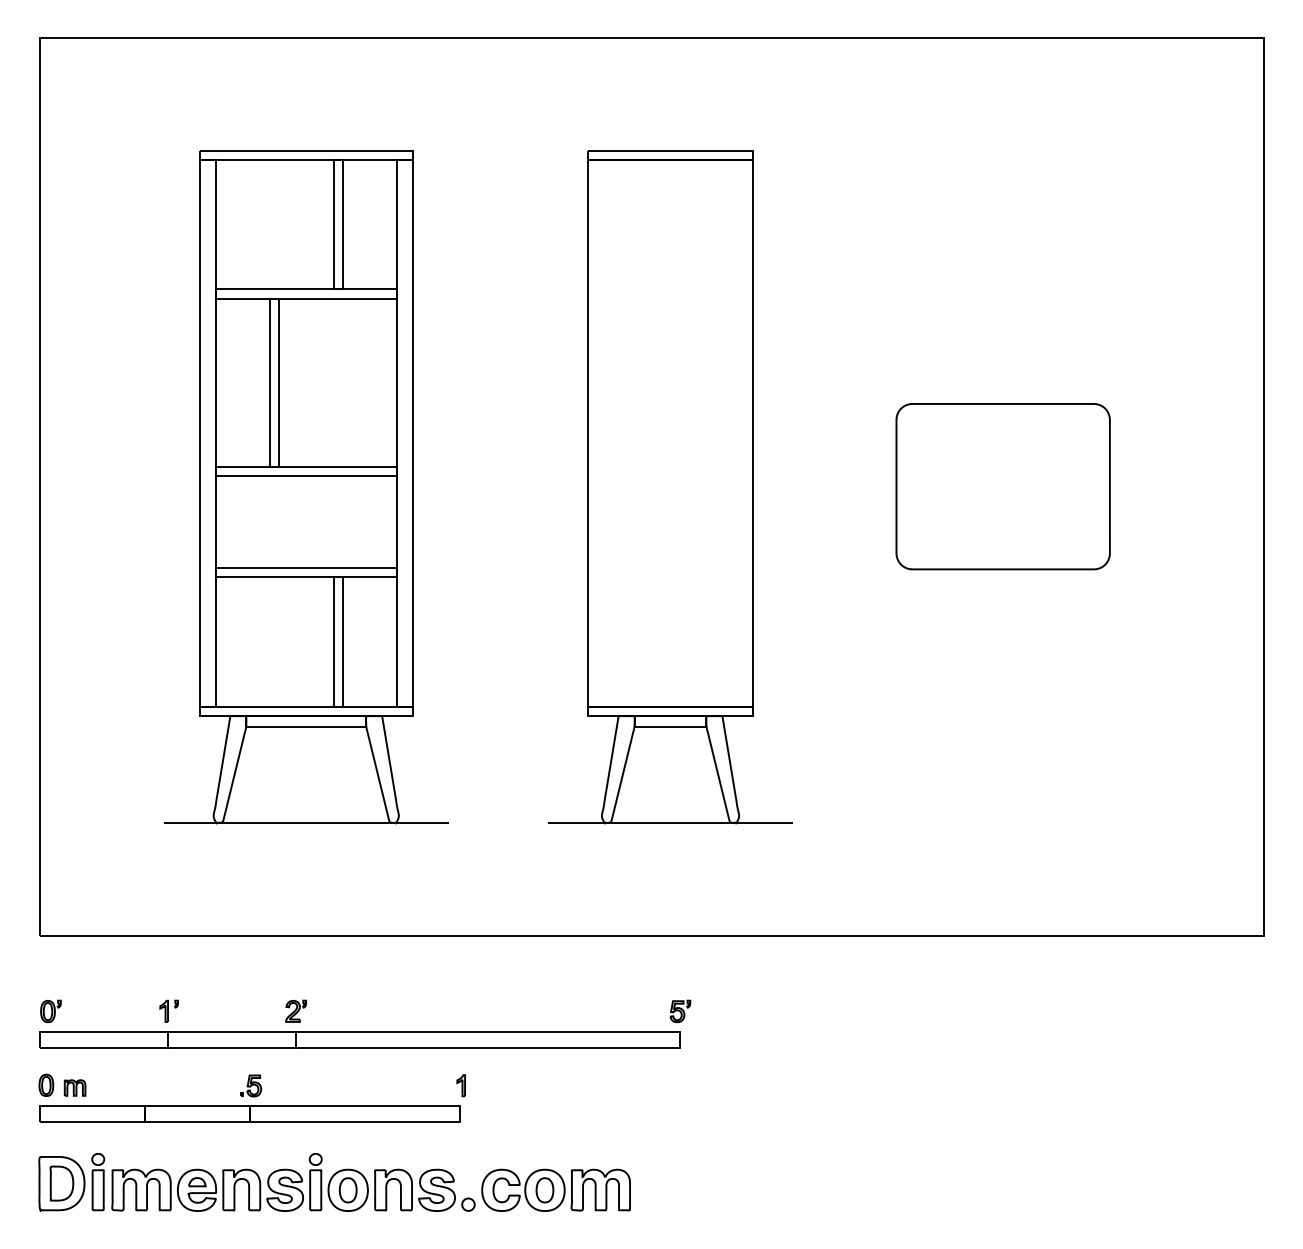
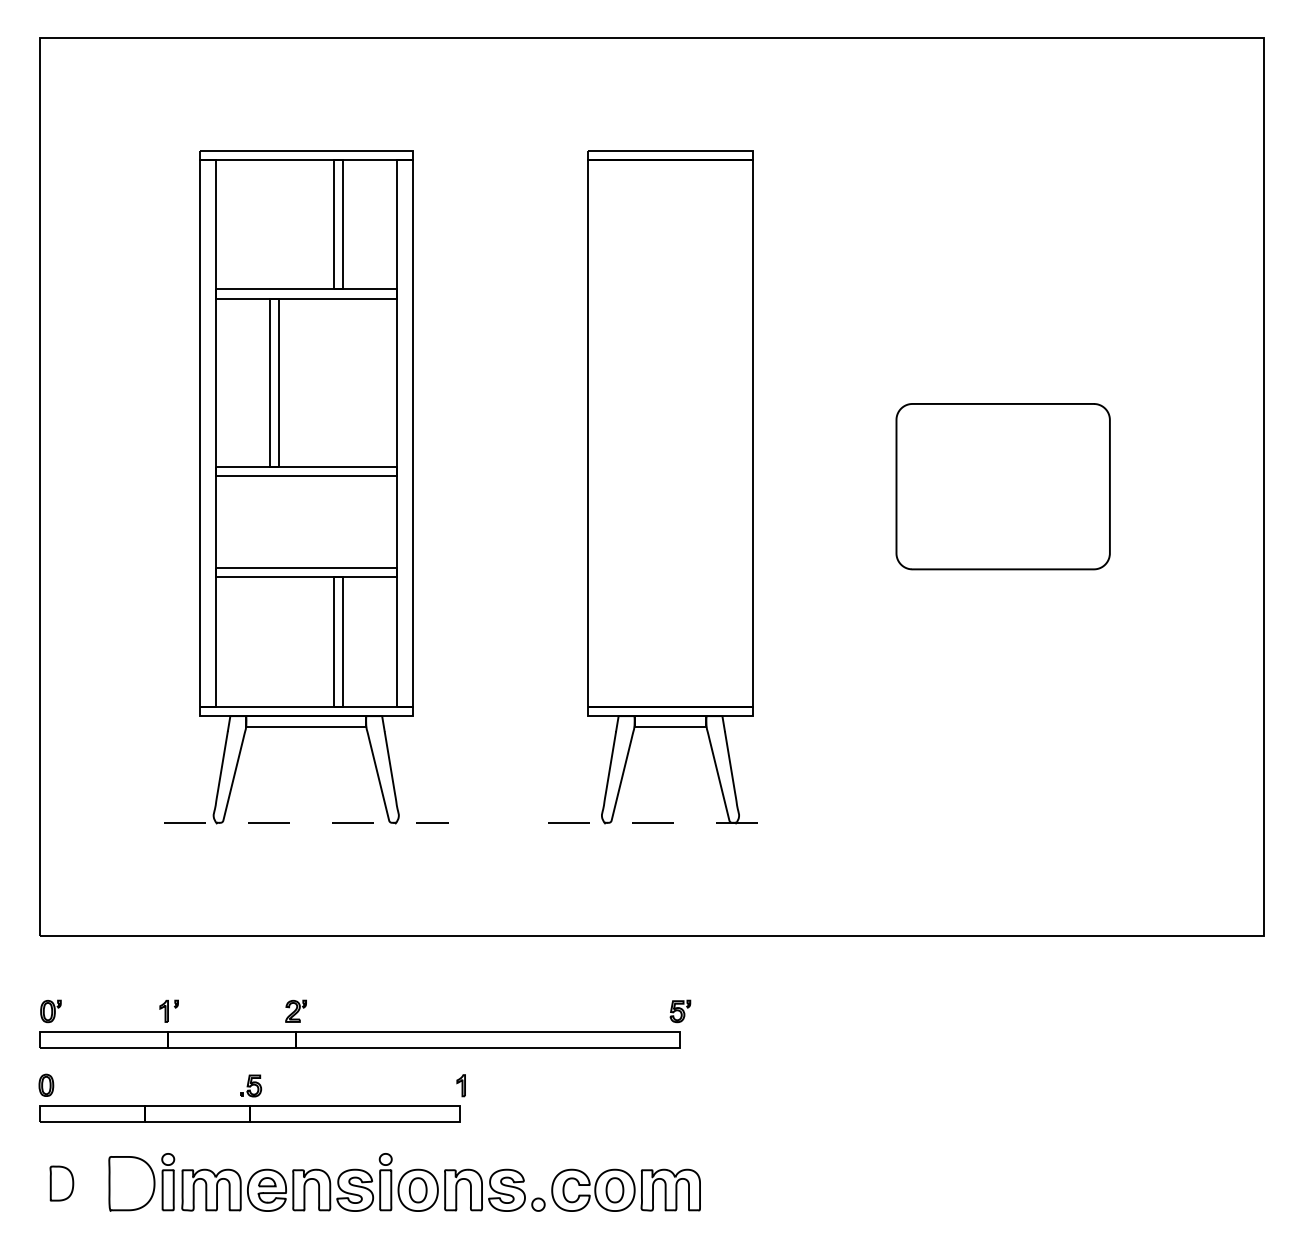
line at (306, 822): solid -> dashed
line at (670, 822): solid -> dashed
part at (74, 1087): present -> none
part at (334, 1182) position: (334, 1182) -> (404, 1182)
